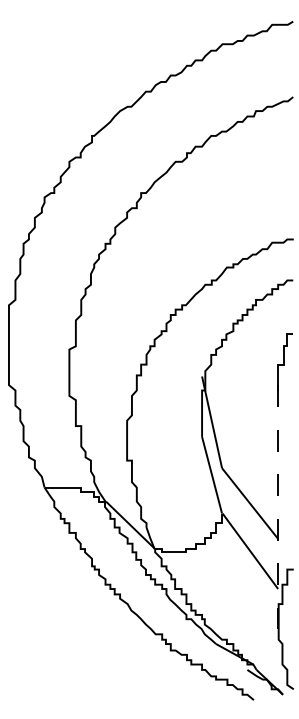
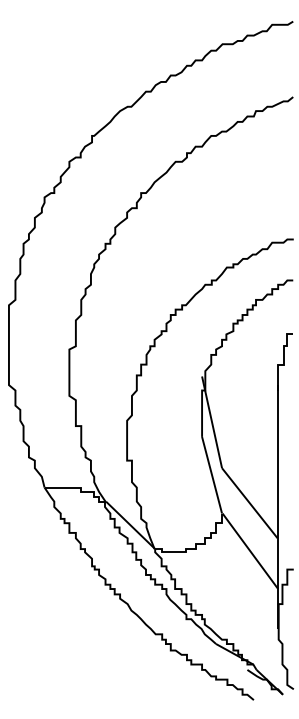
line at (278, 507): dashed -> solid
